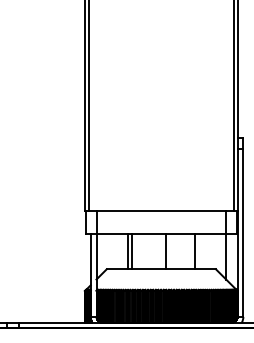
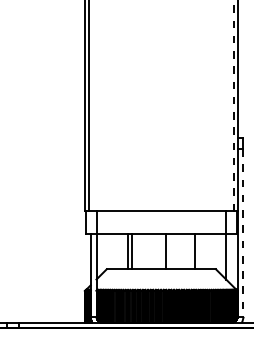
line at (233, 105): solid -> dashed
line at (243, 233): solid -> dashed
